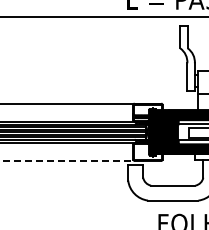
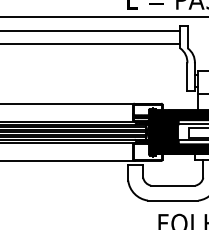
line at (91, 31): none -> present
line at (91, 43): none -> present
line at (67, 160): dashed -> solid
